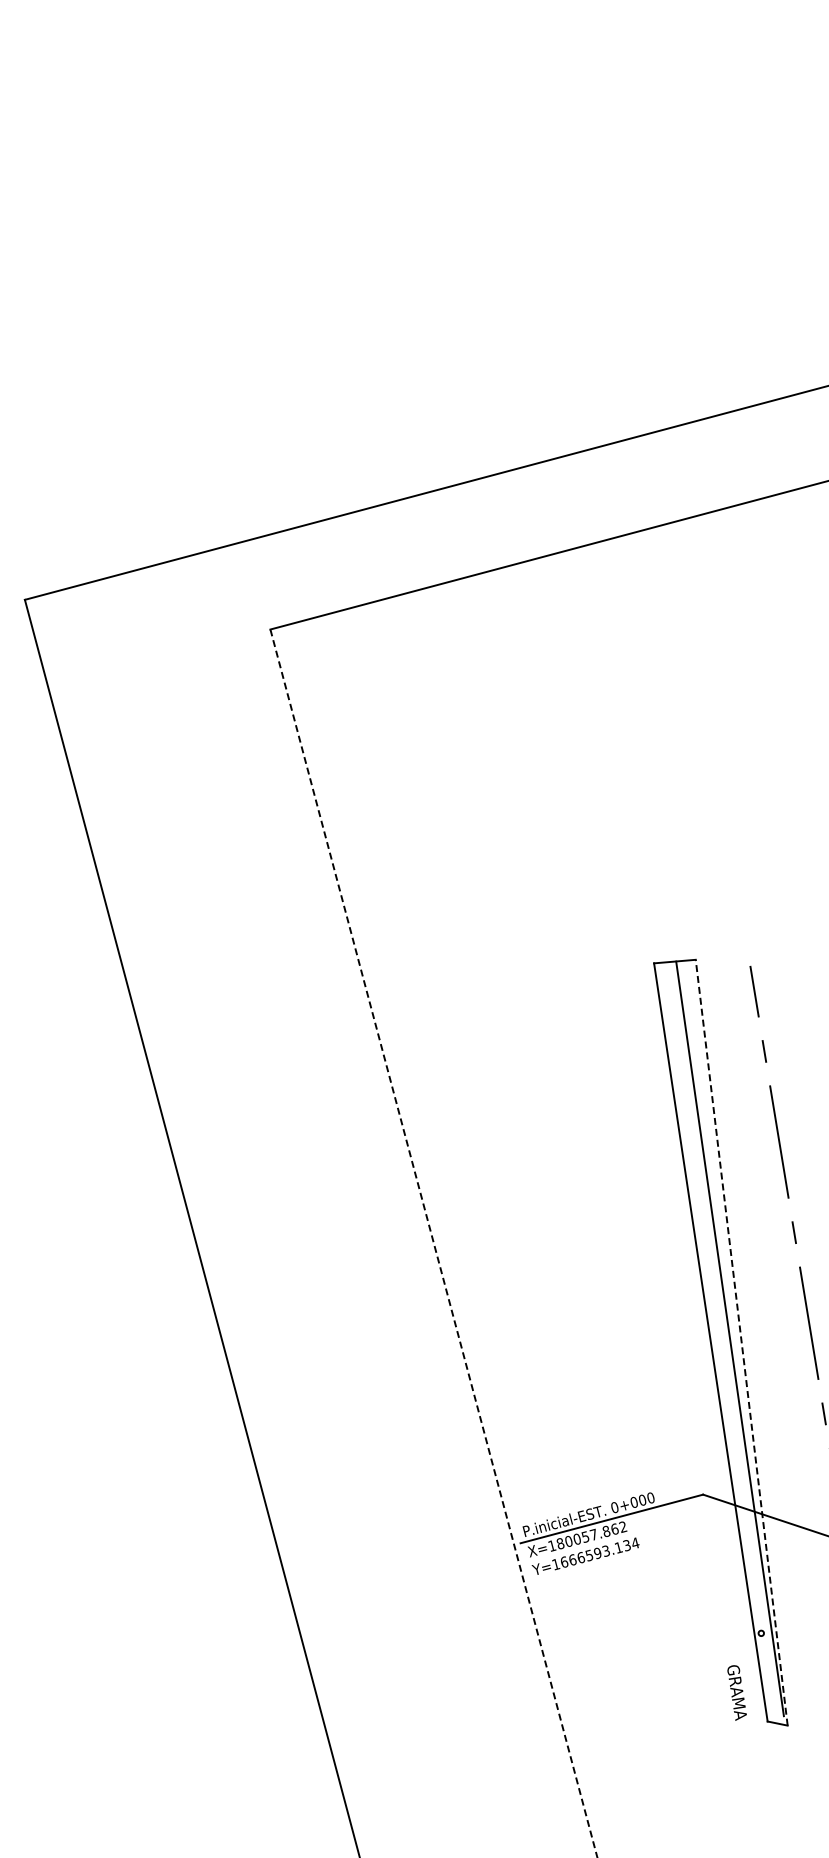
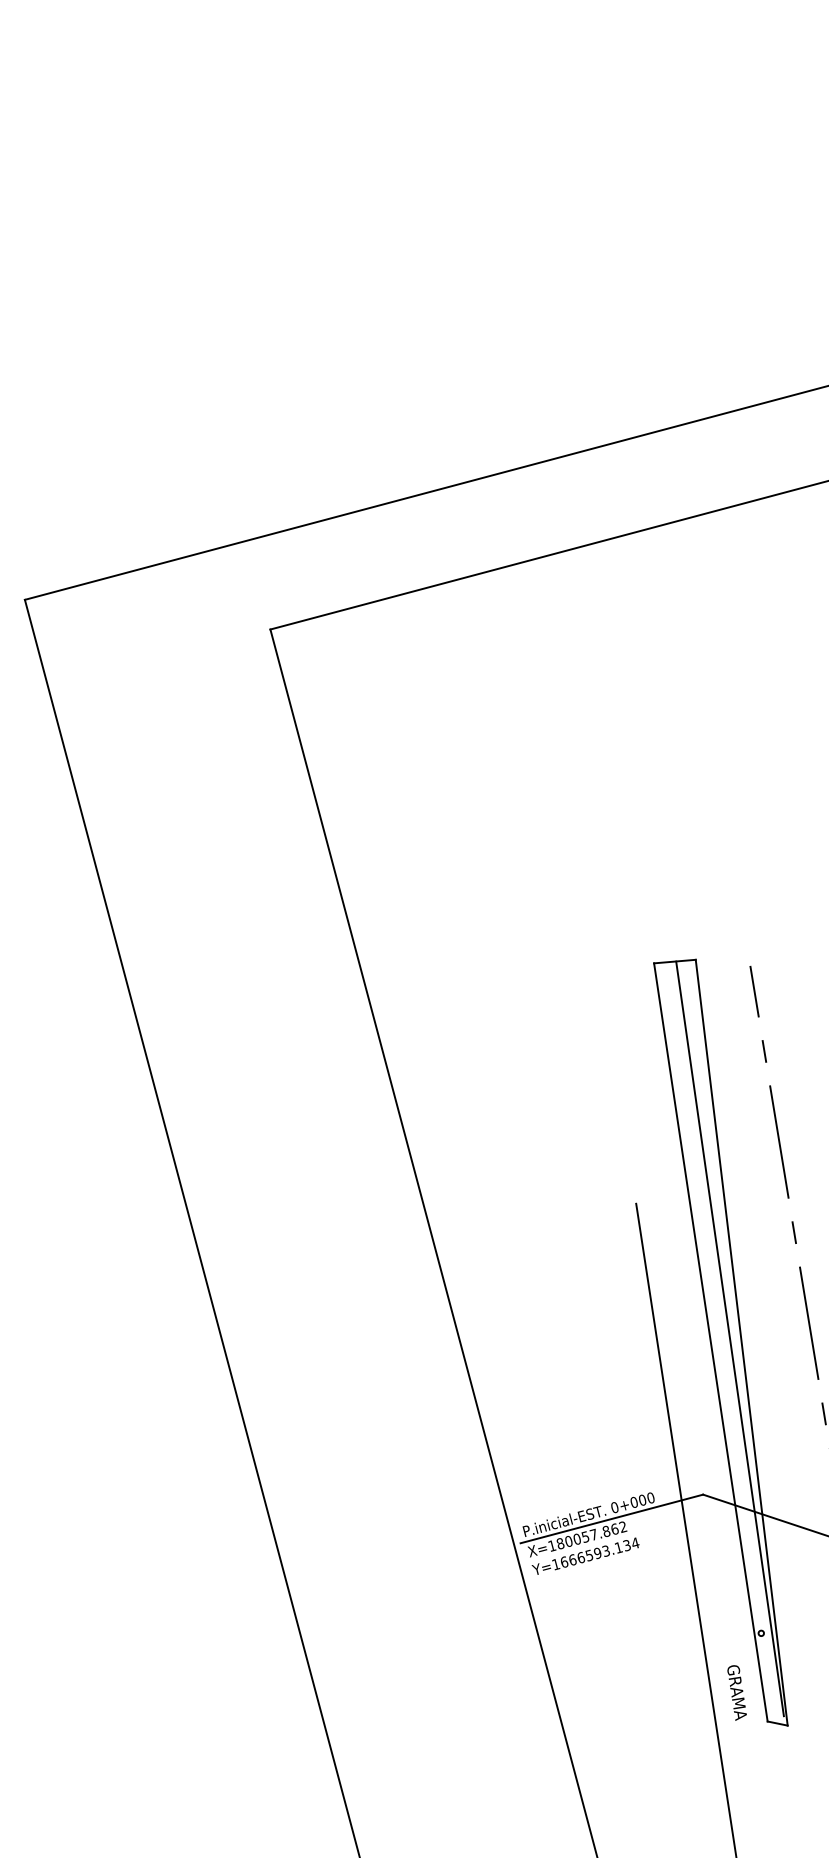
line at (434, 1244): dashed -> solid
line at (741, 1342): dashed -> solid
line at (685, 1528): none -> present
